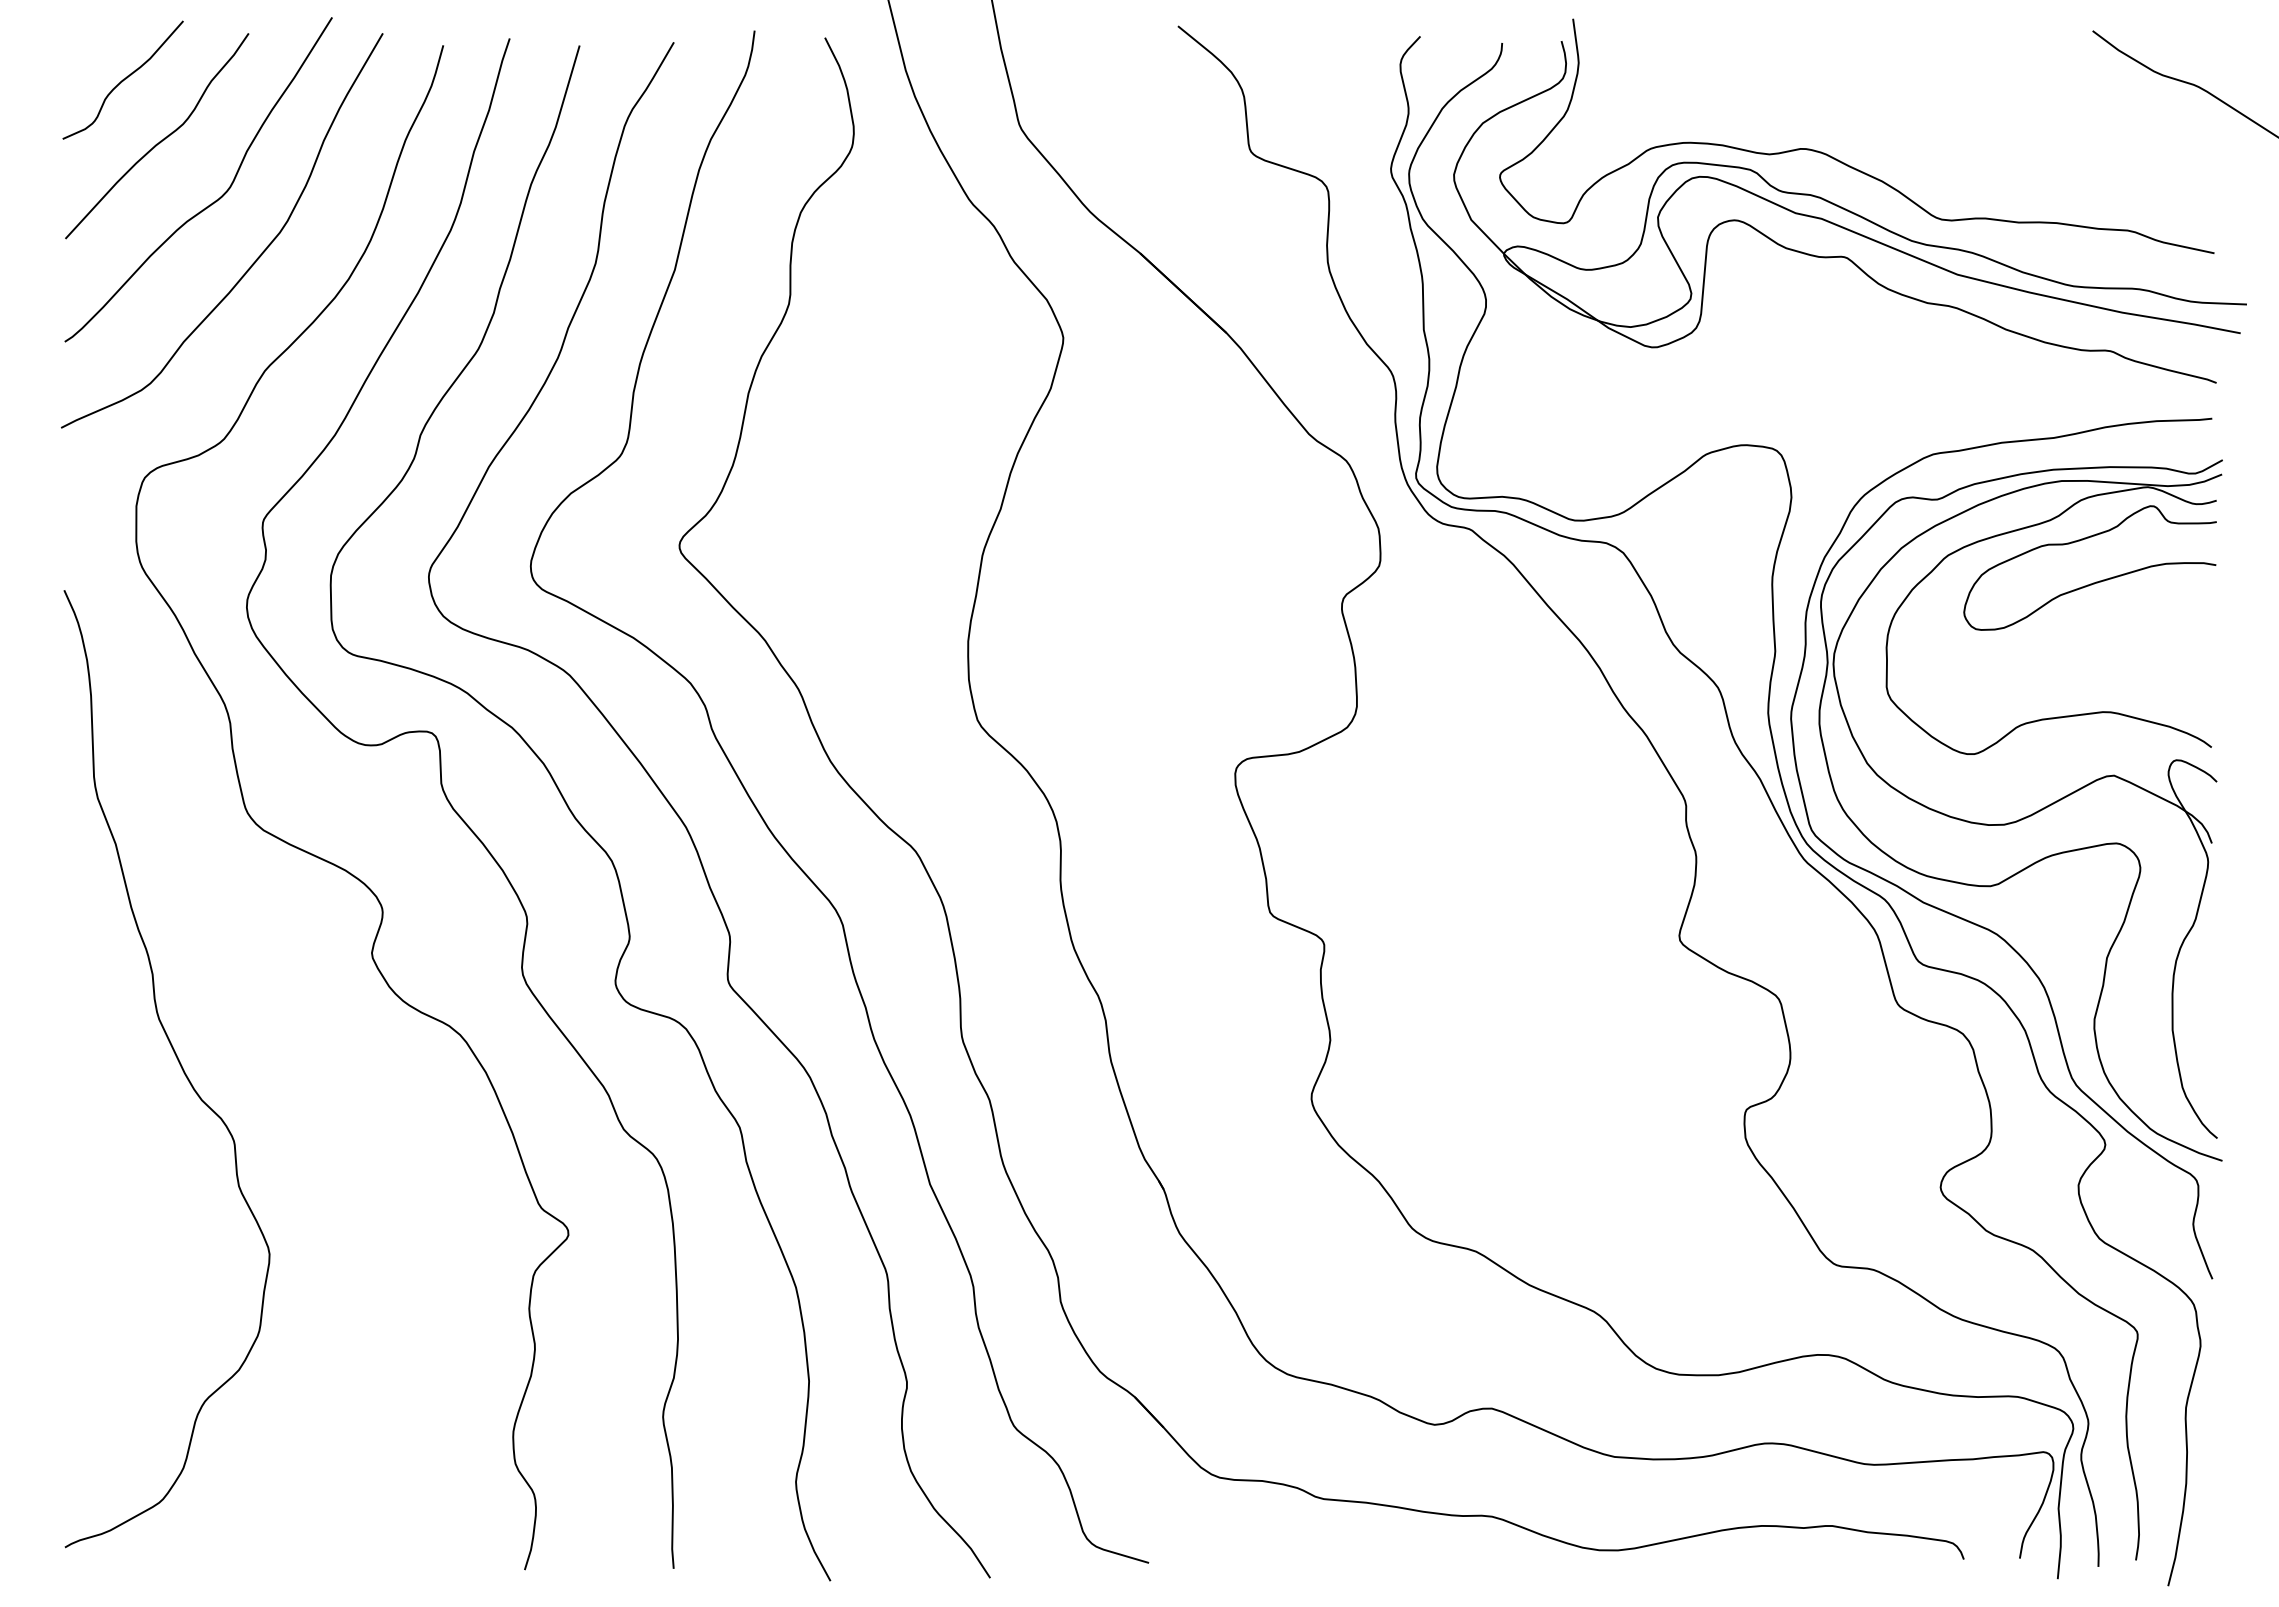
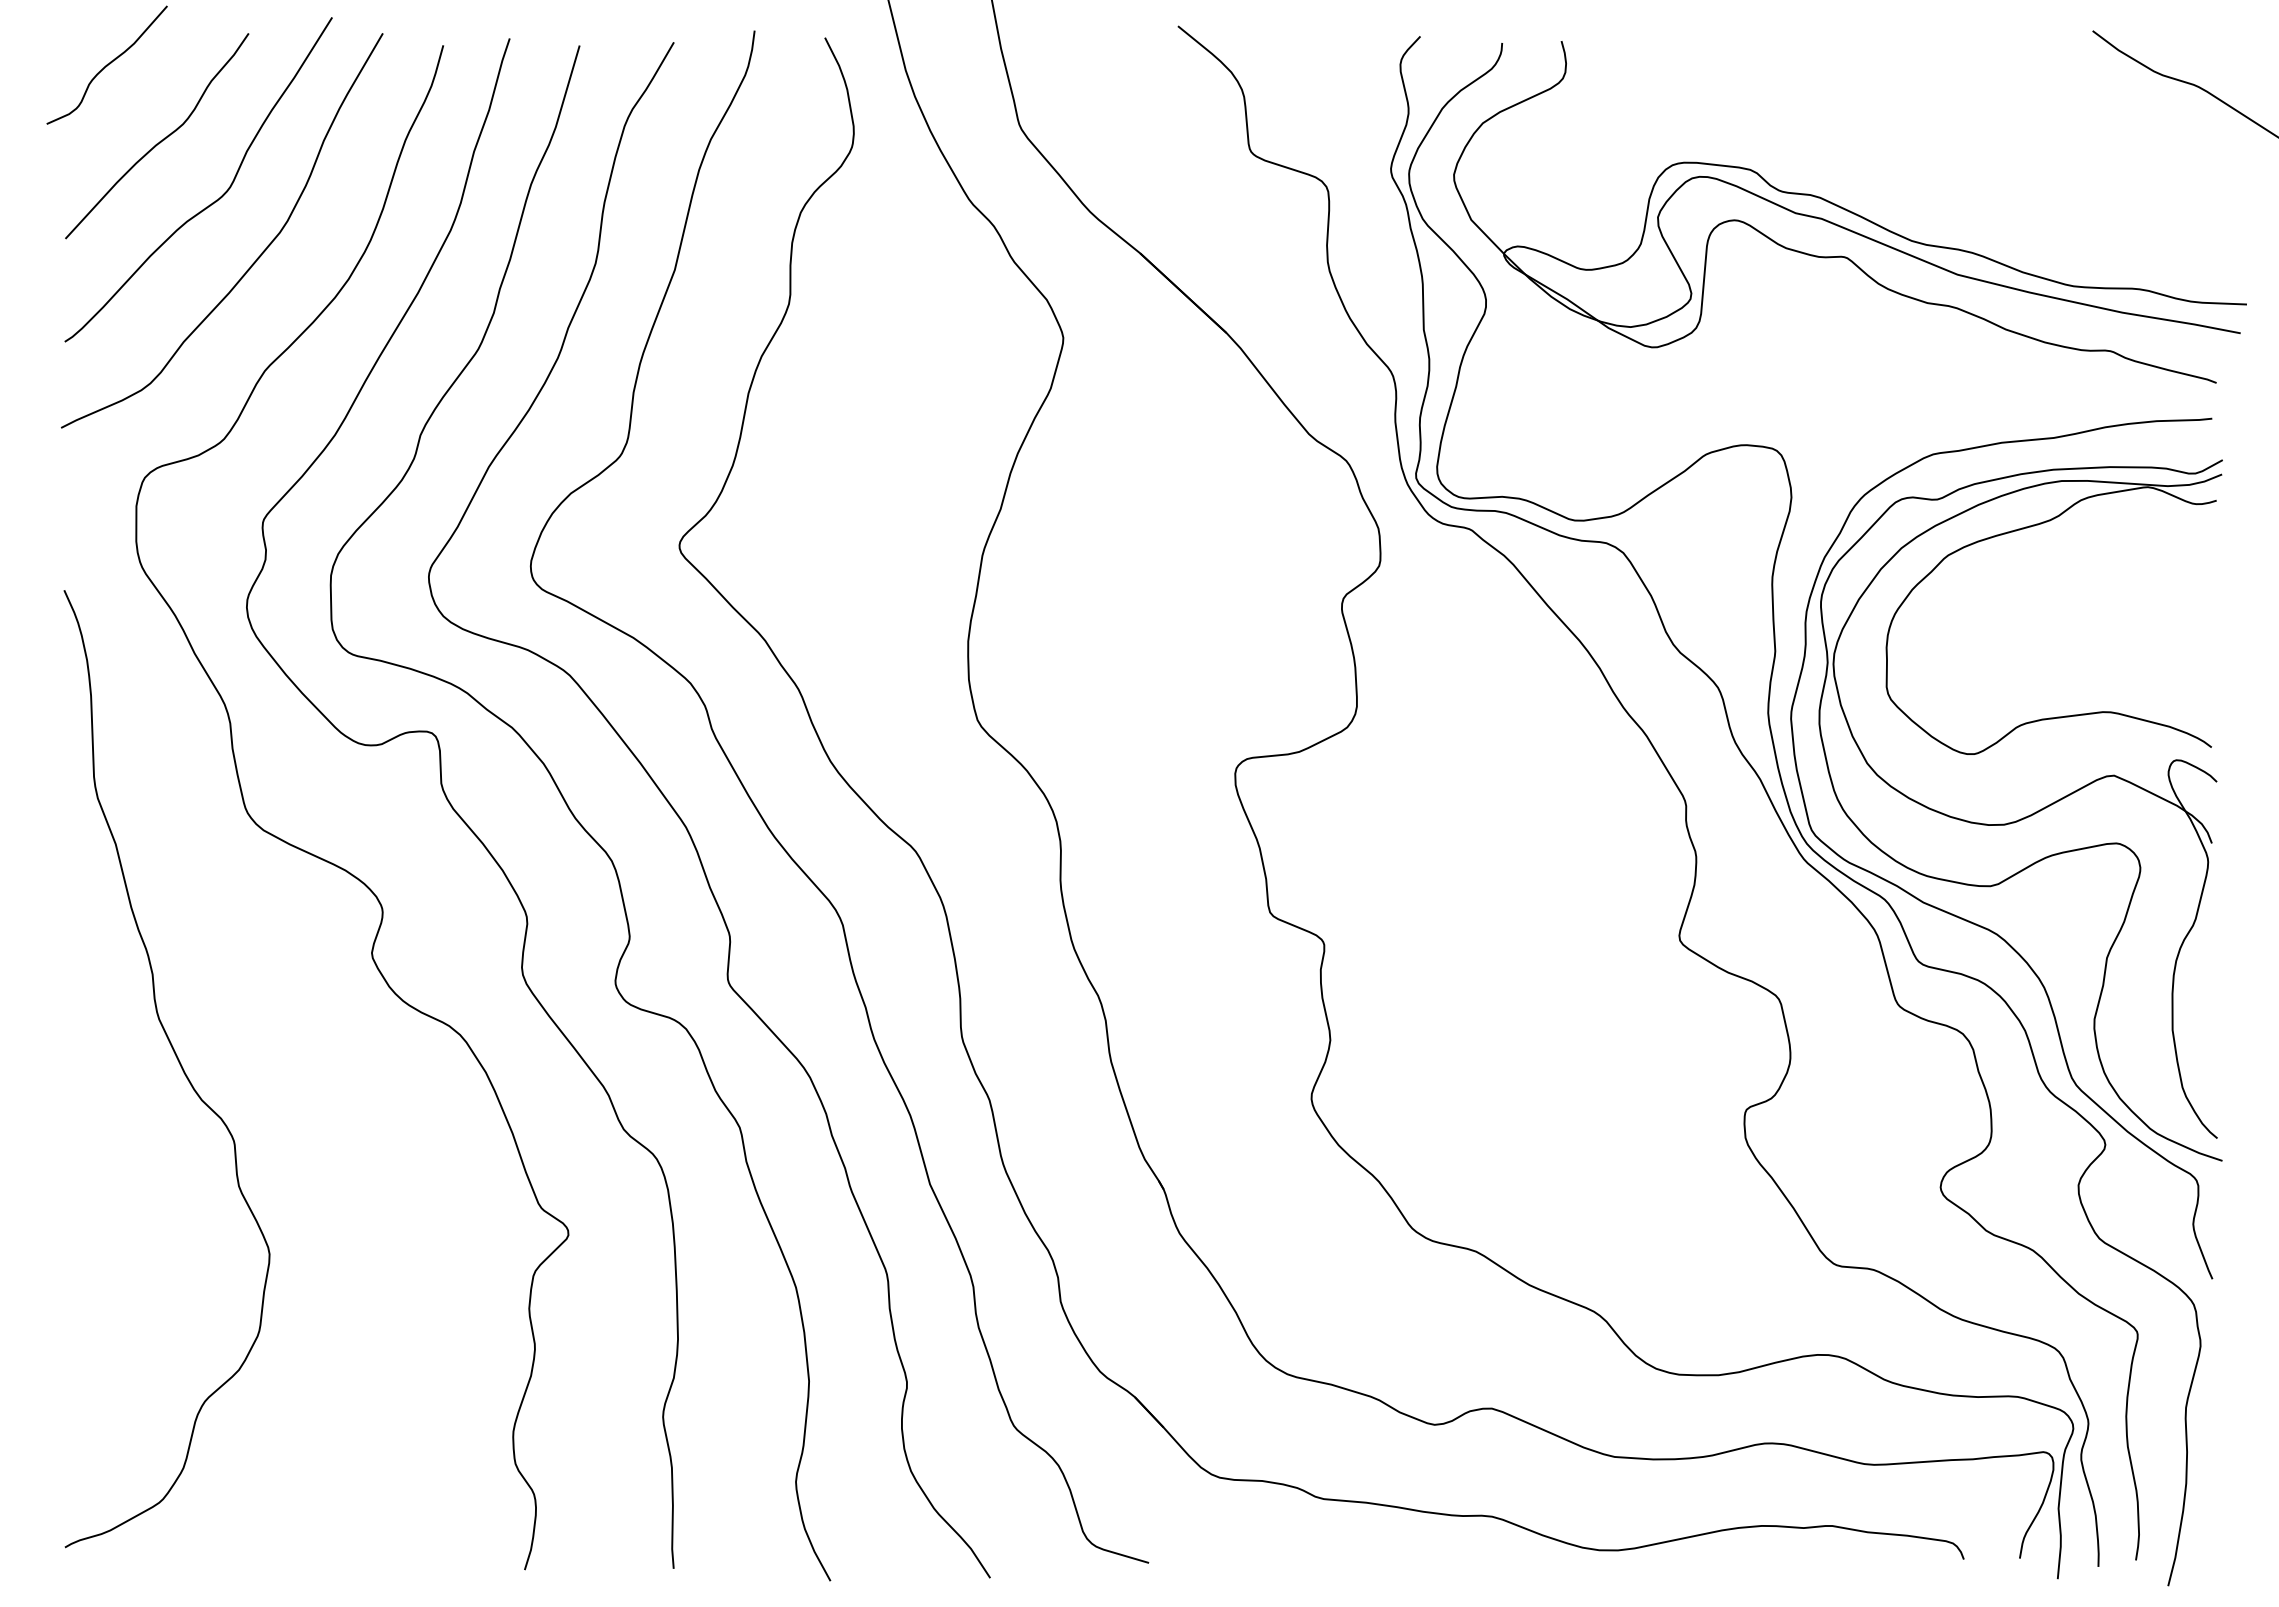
curve at (122, 79) position: (122, 79) -> (106, 64)
curve at (1842, 161): present -> none
curve at (2093, 582): present -> none
